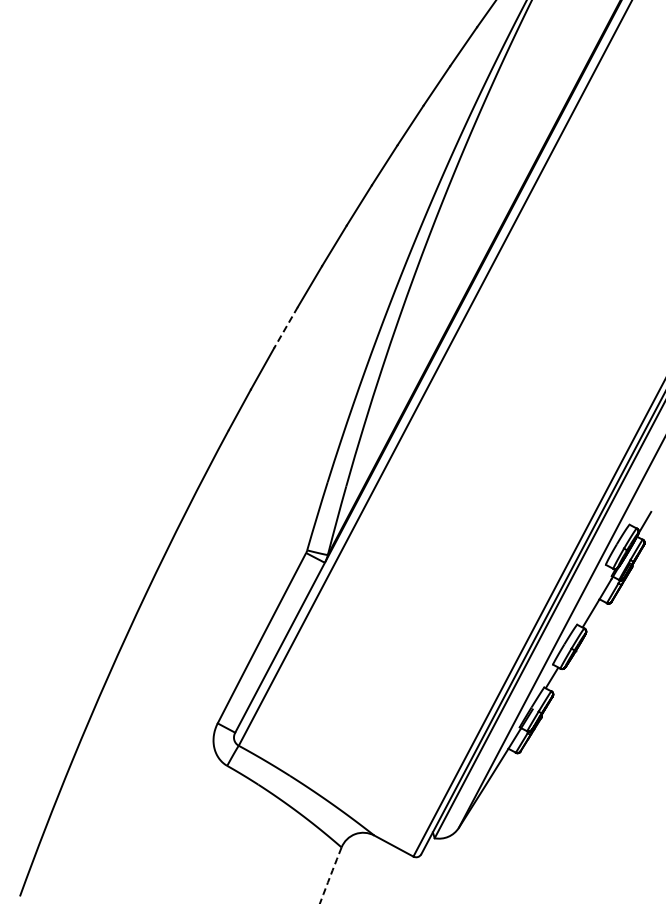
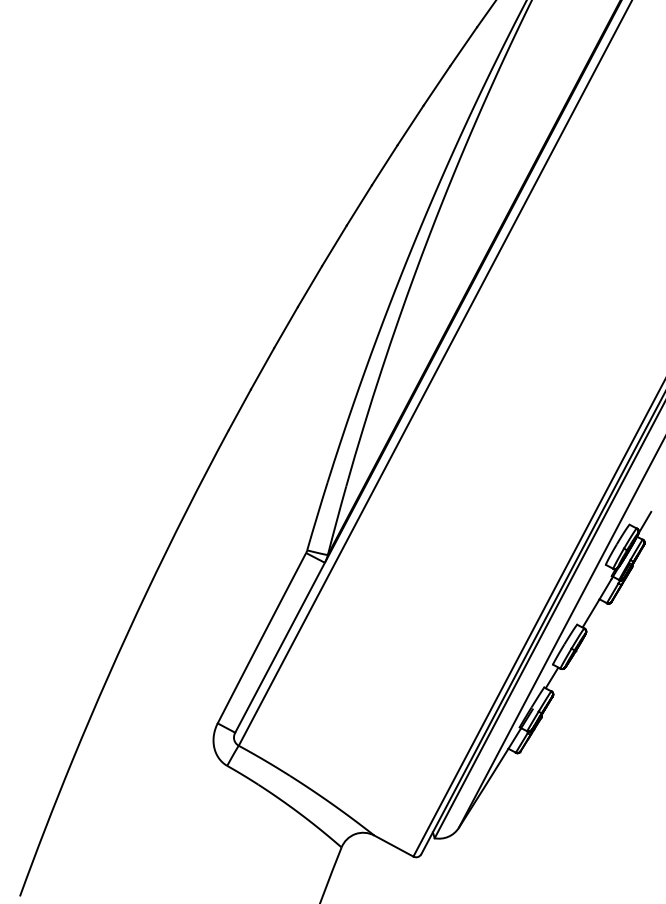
line at (286, 327): dashed -> solid
arc at (330, 875): dashed -> solid
